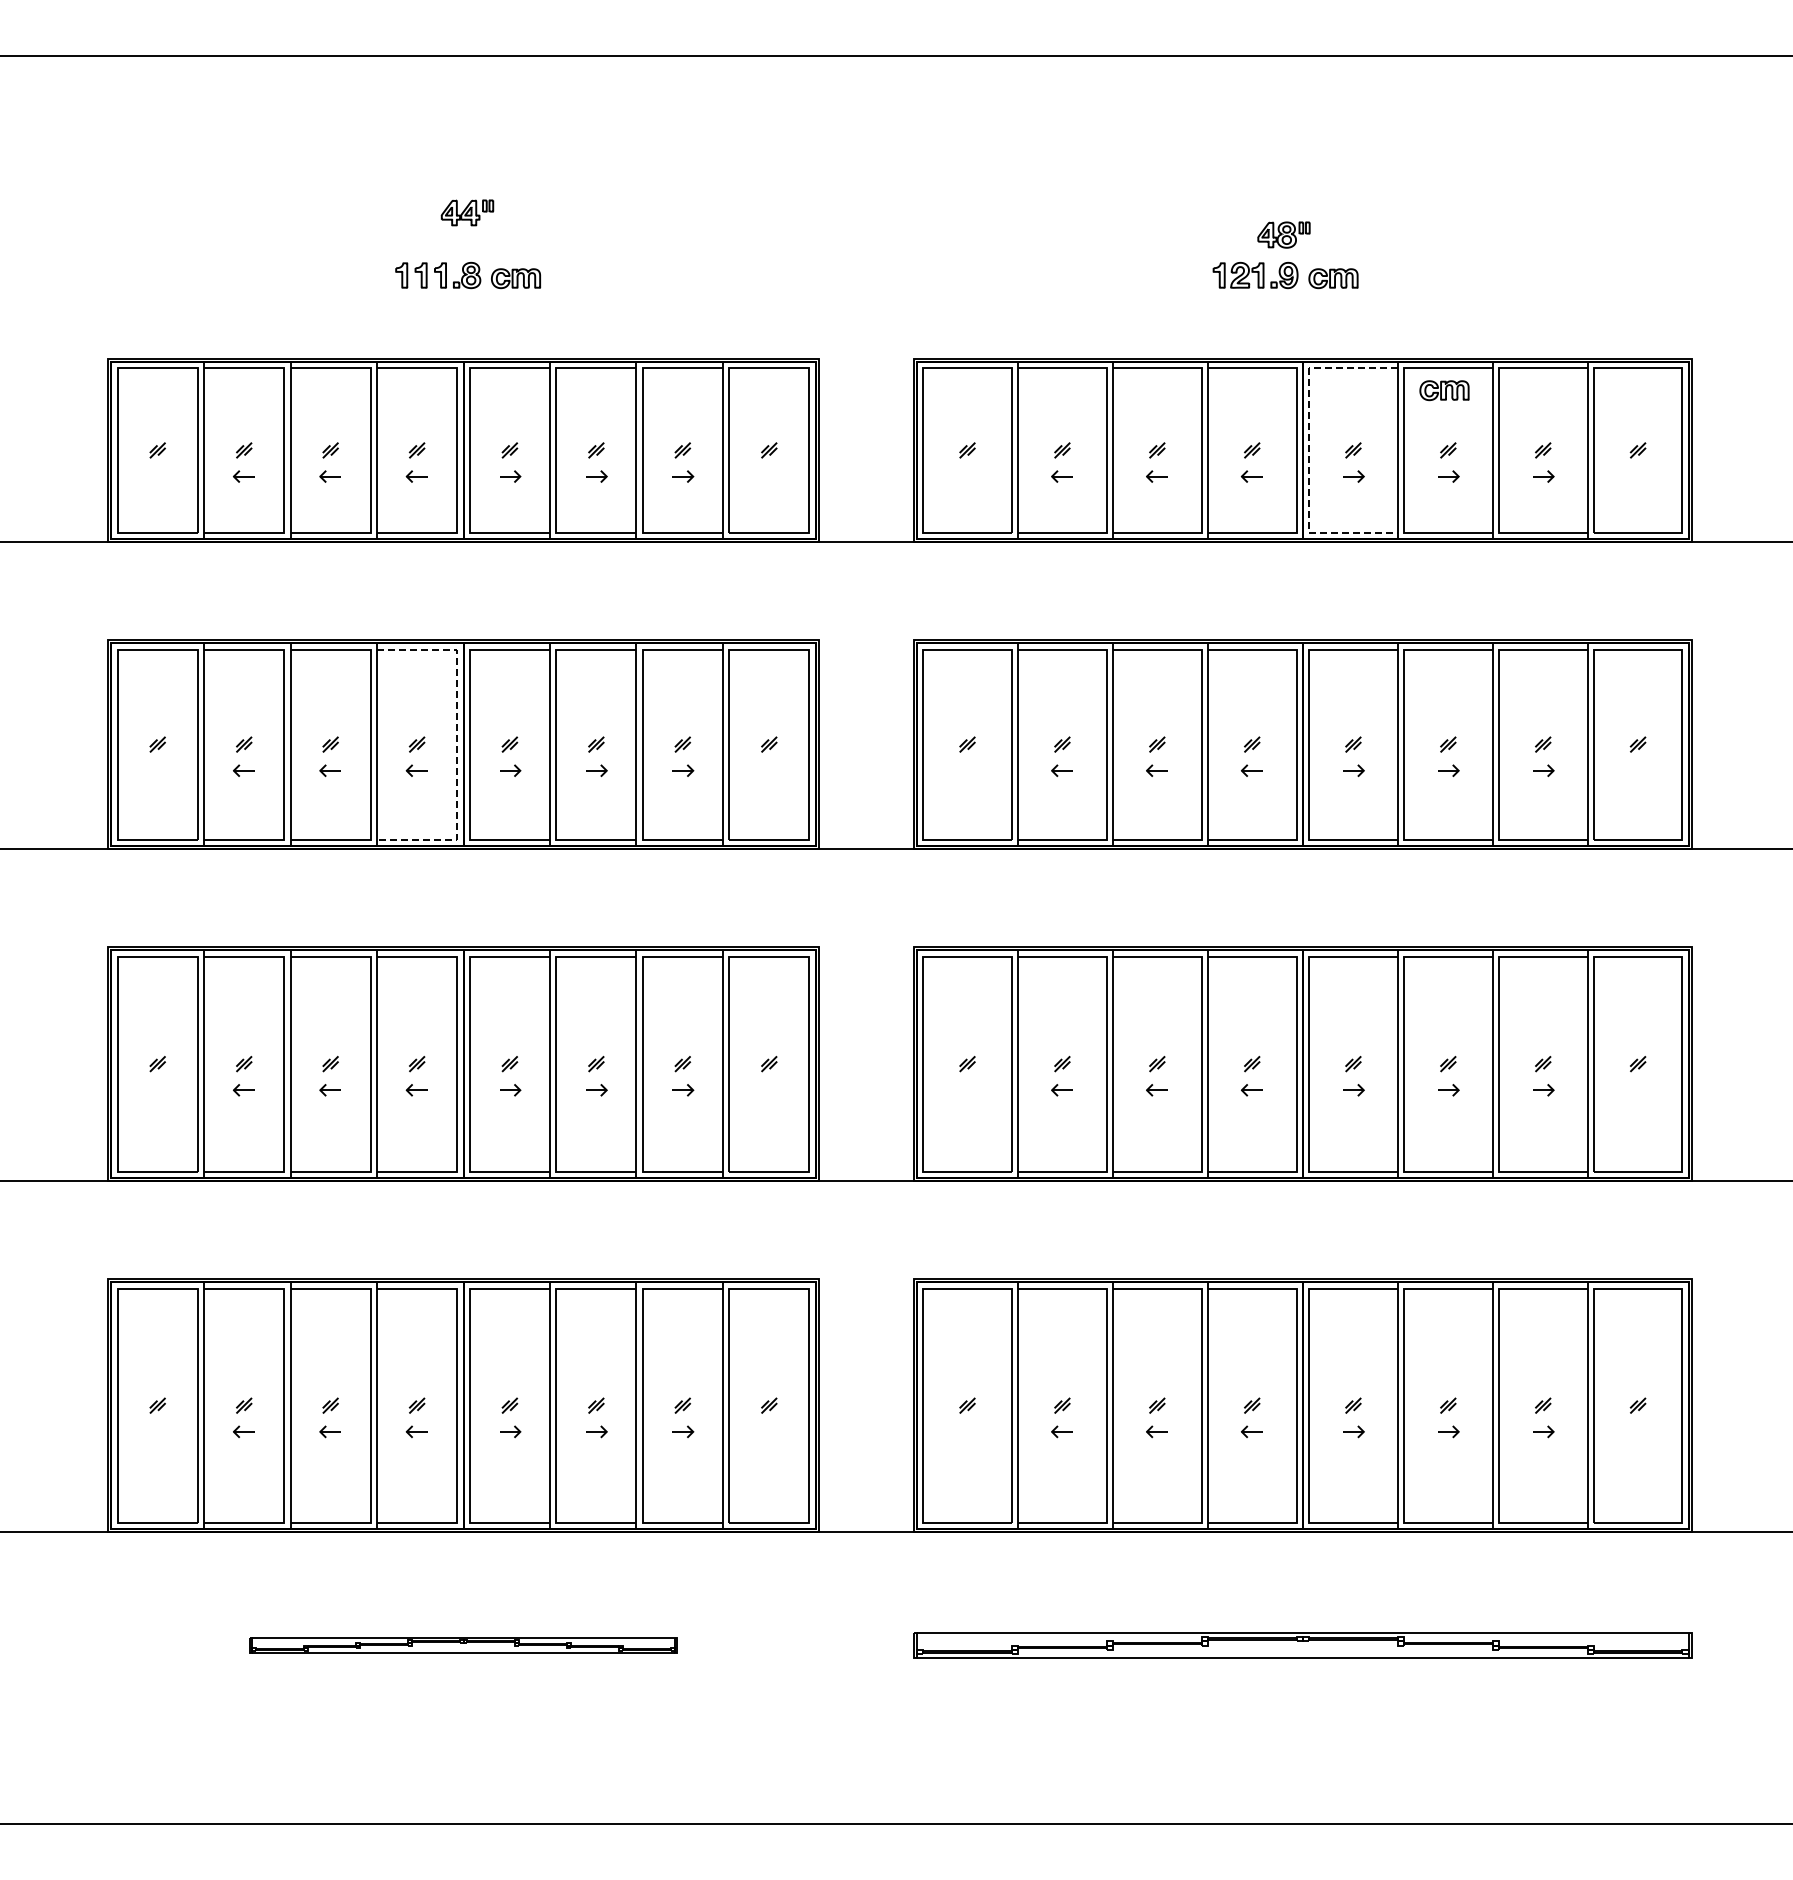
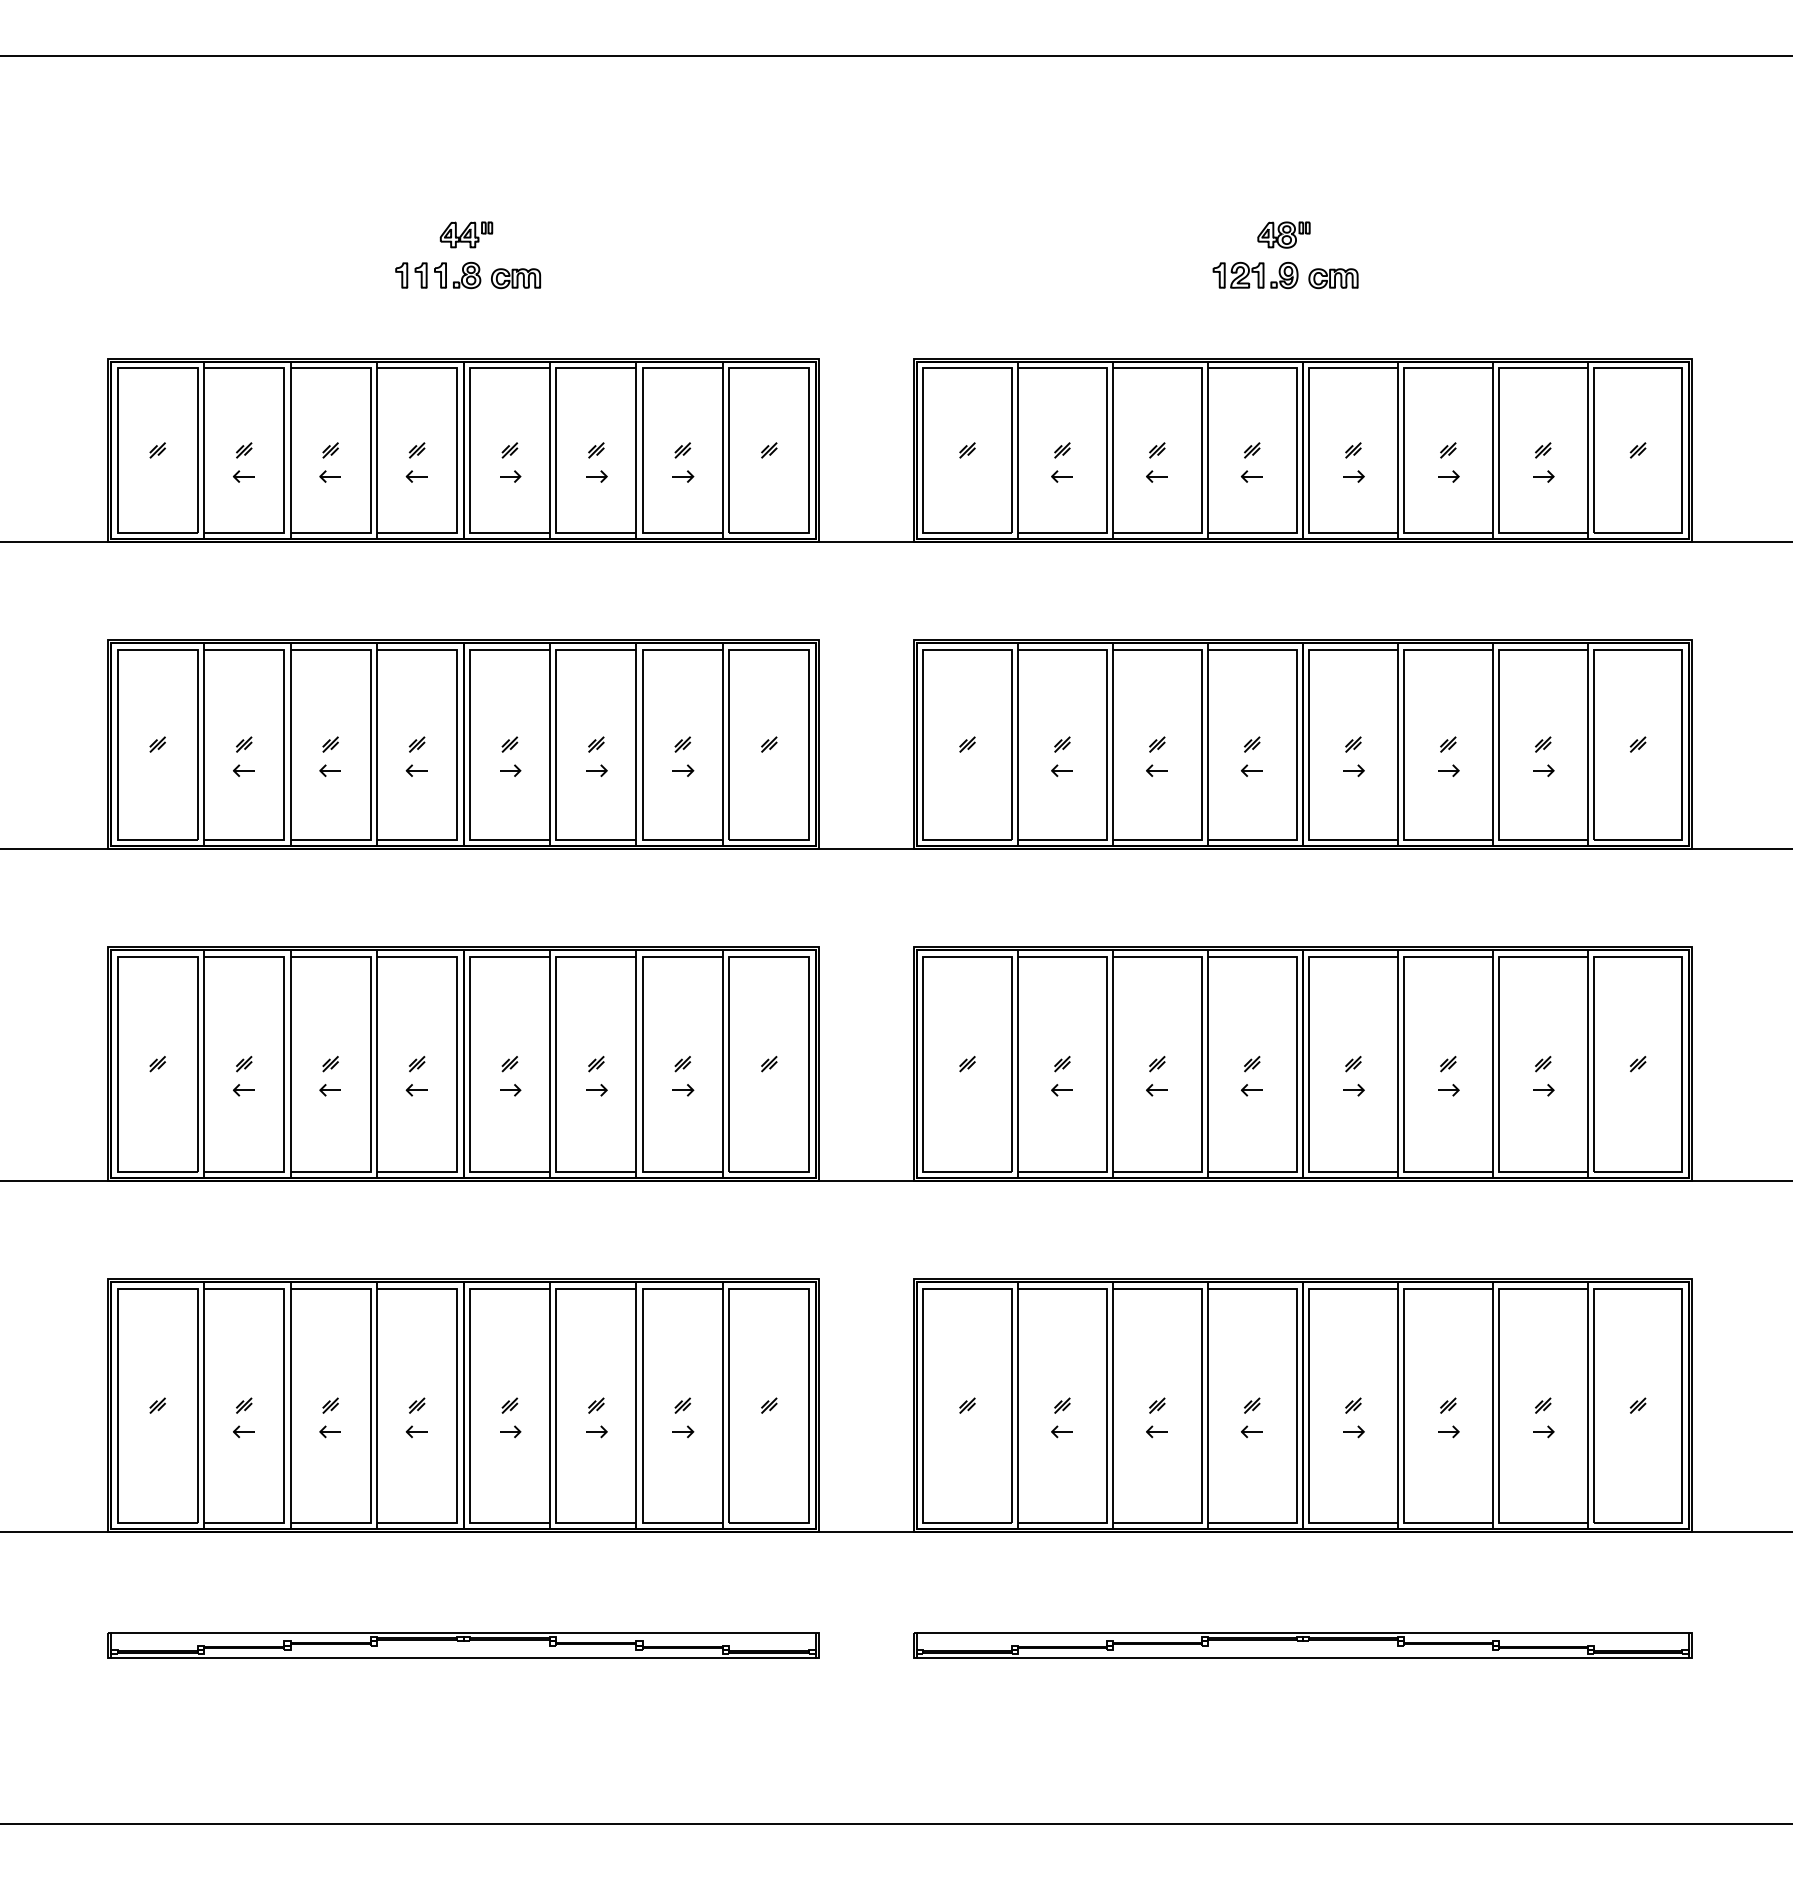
part at (467, 212) position: (467, 212) -> (466, 234)
part at (1444, 390): present -> none
line at (1309, 450): dashed -> solid
line at (457, 744): dashed -> solid
part at (463, 1645) size: 429x17 px -> 713x27 px
